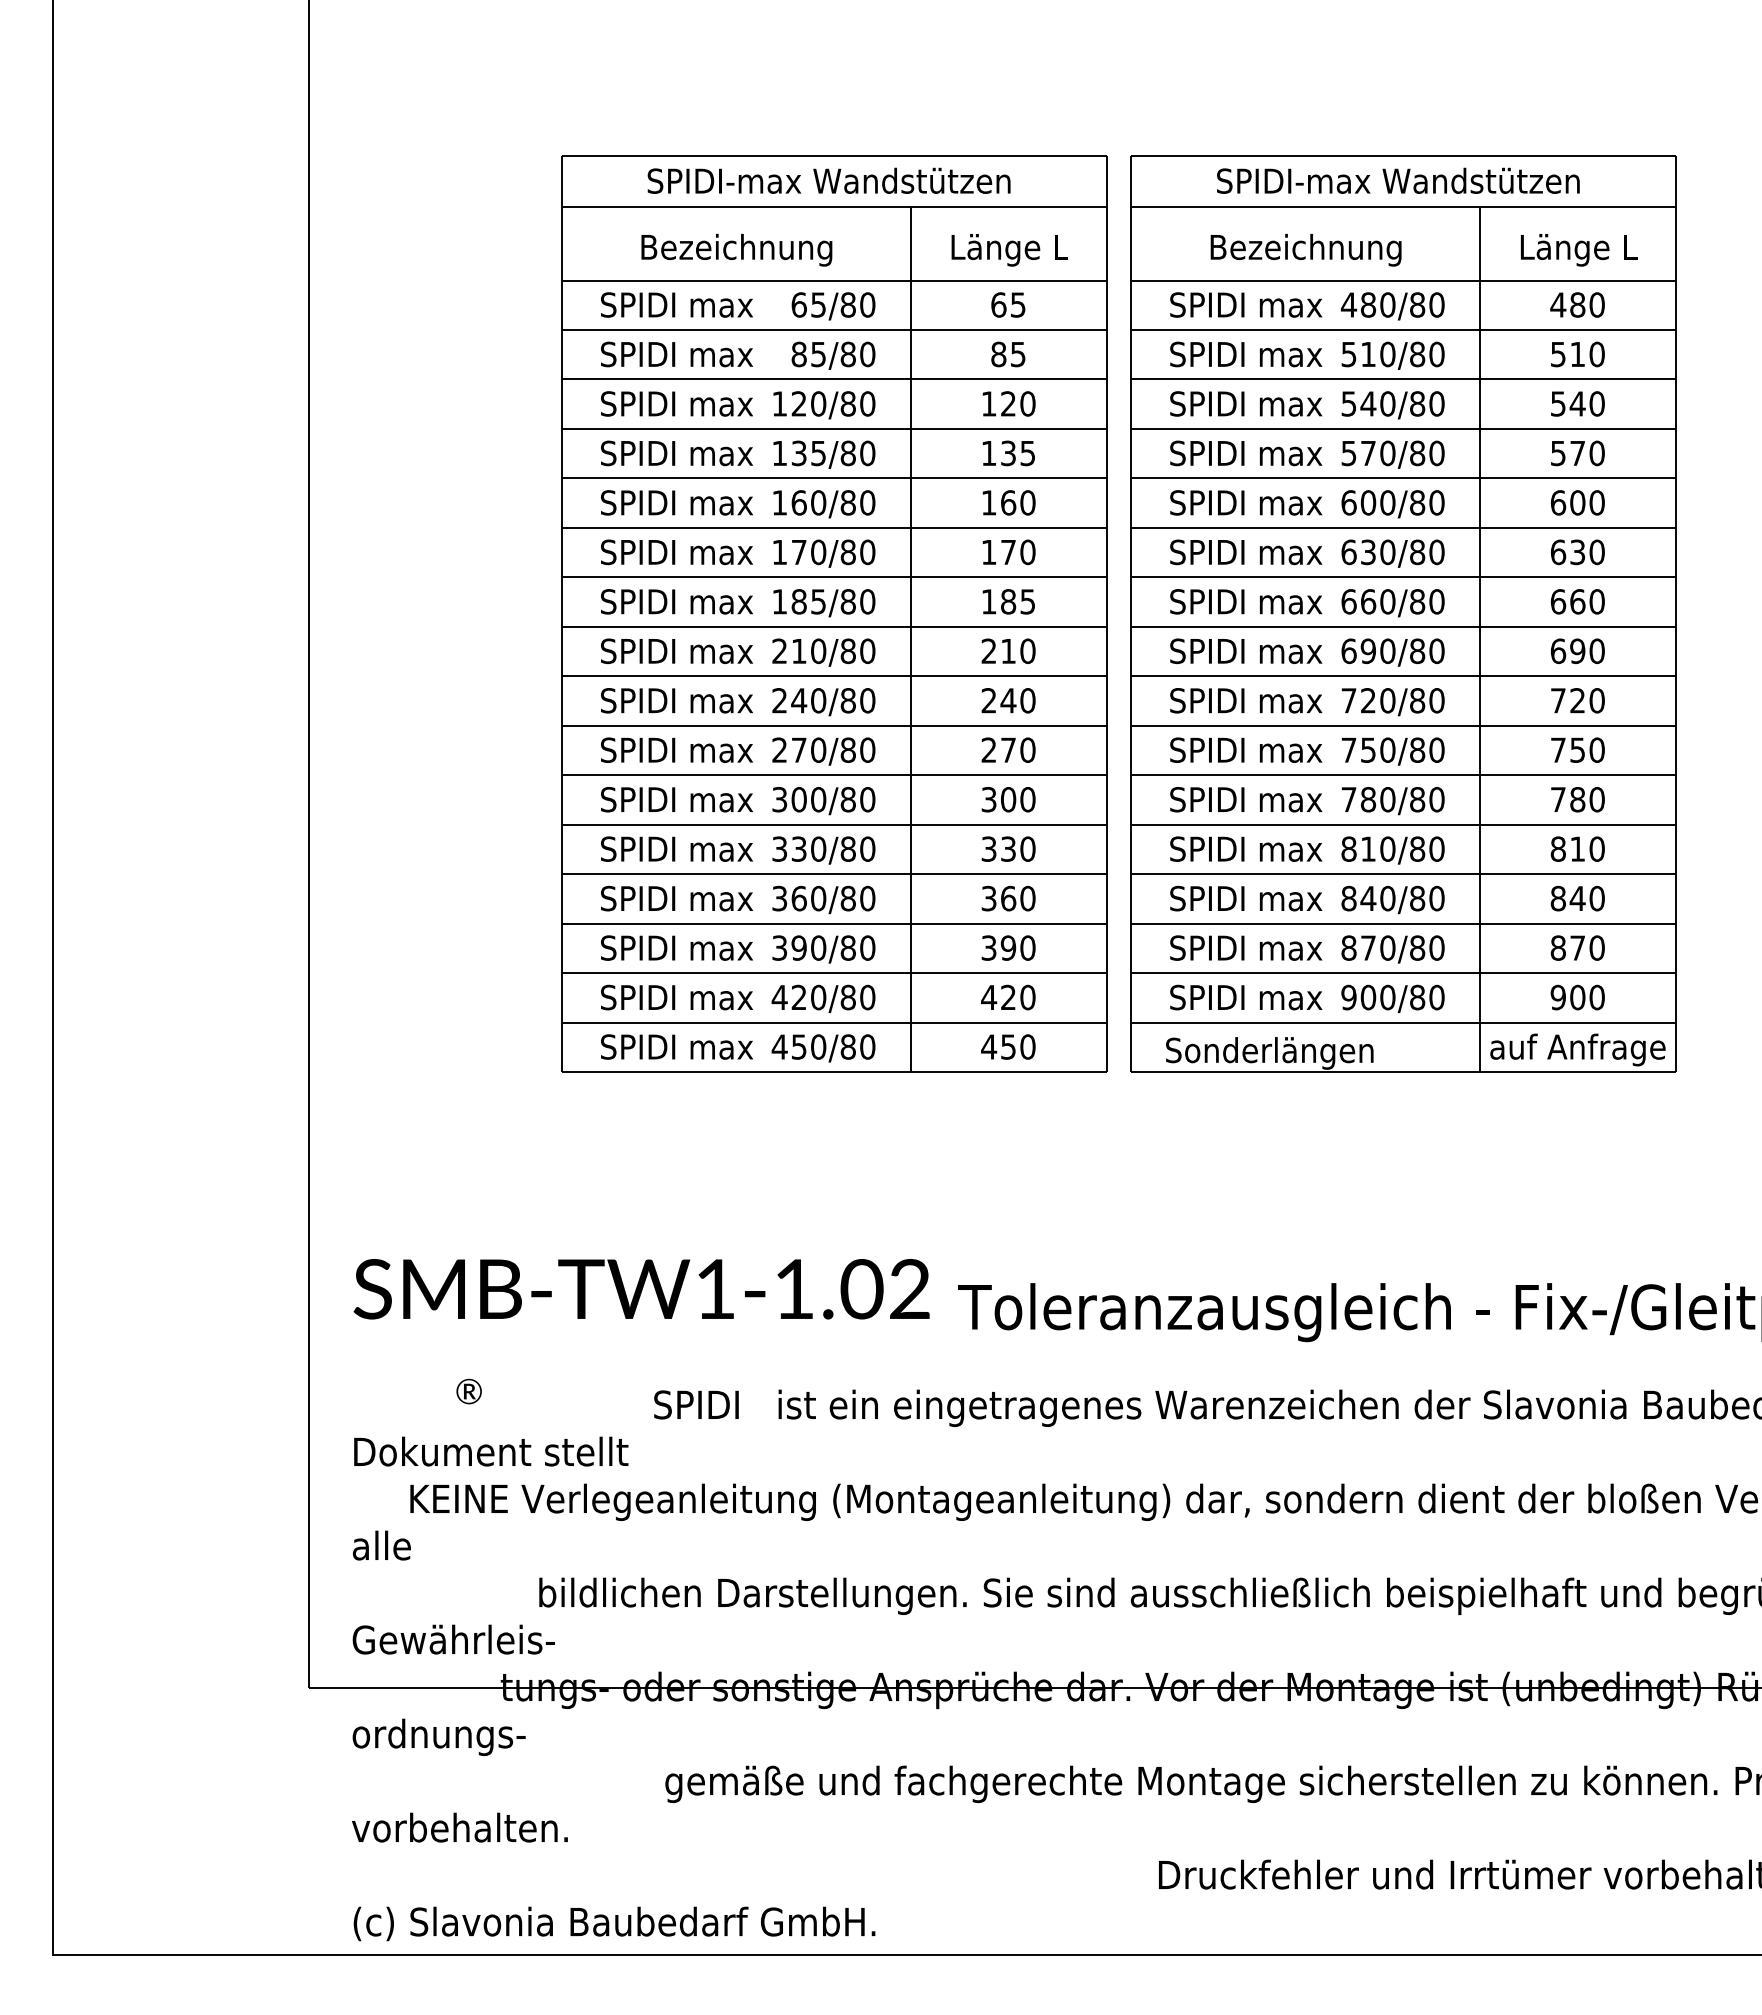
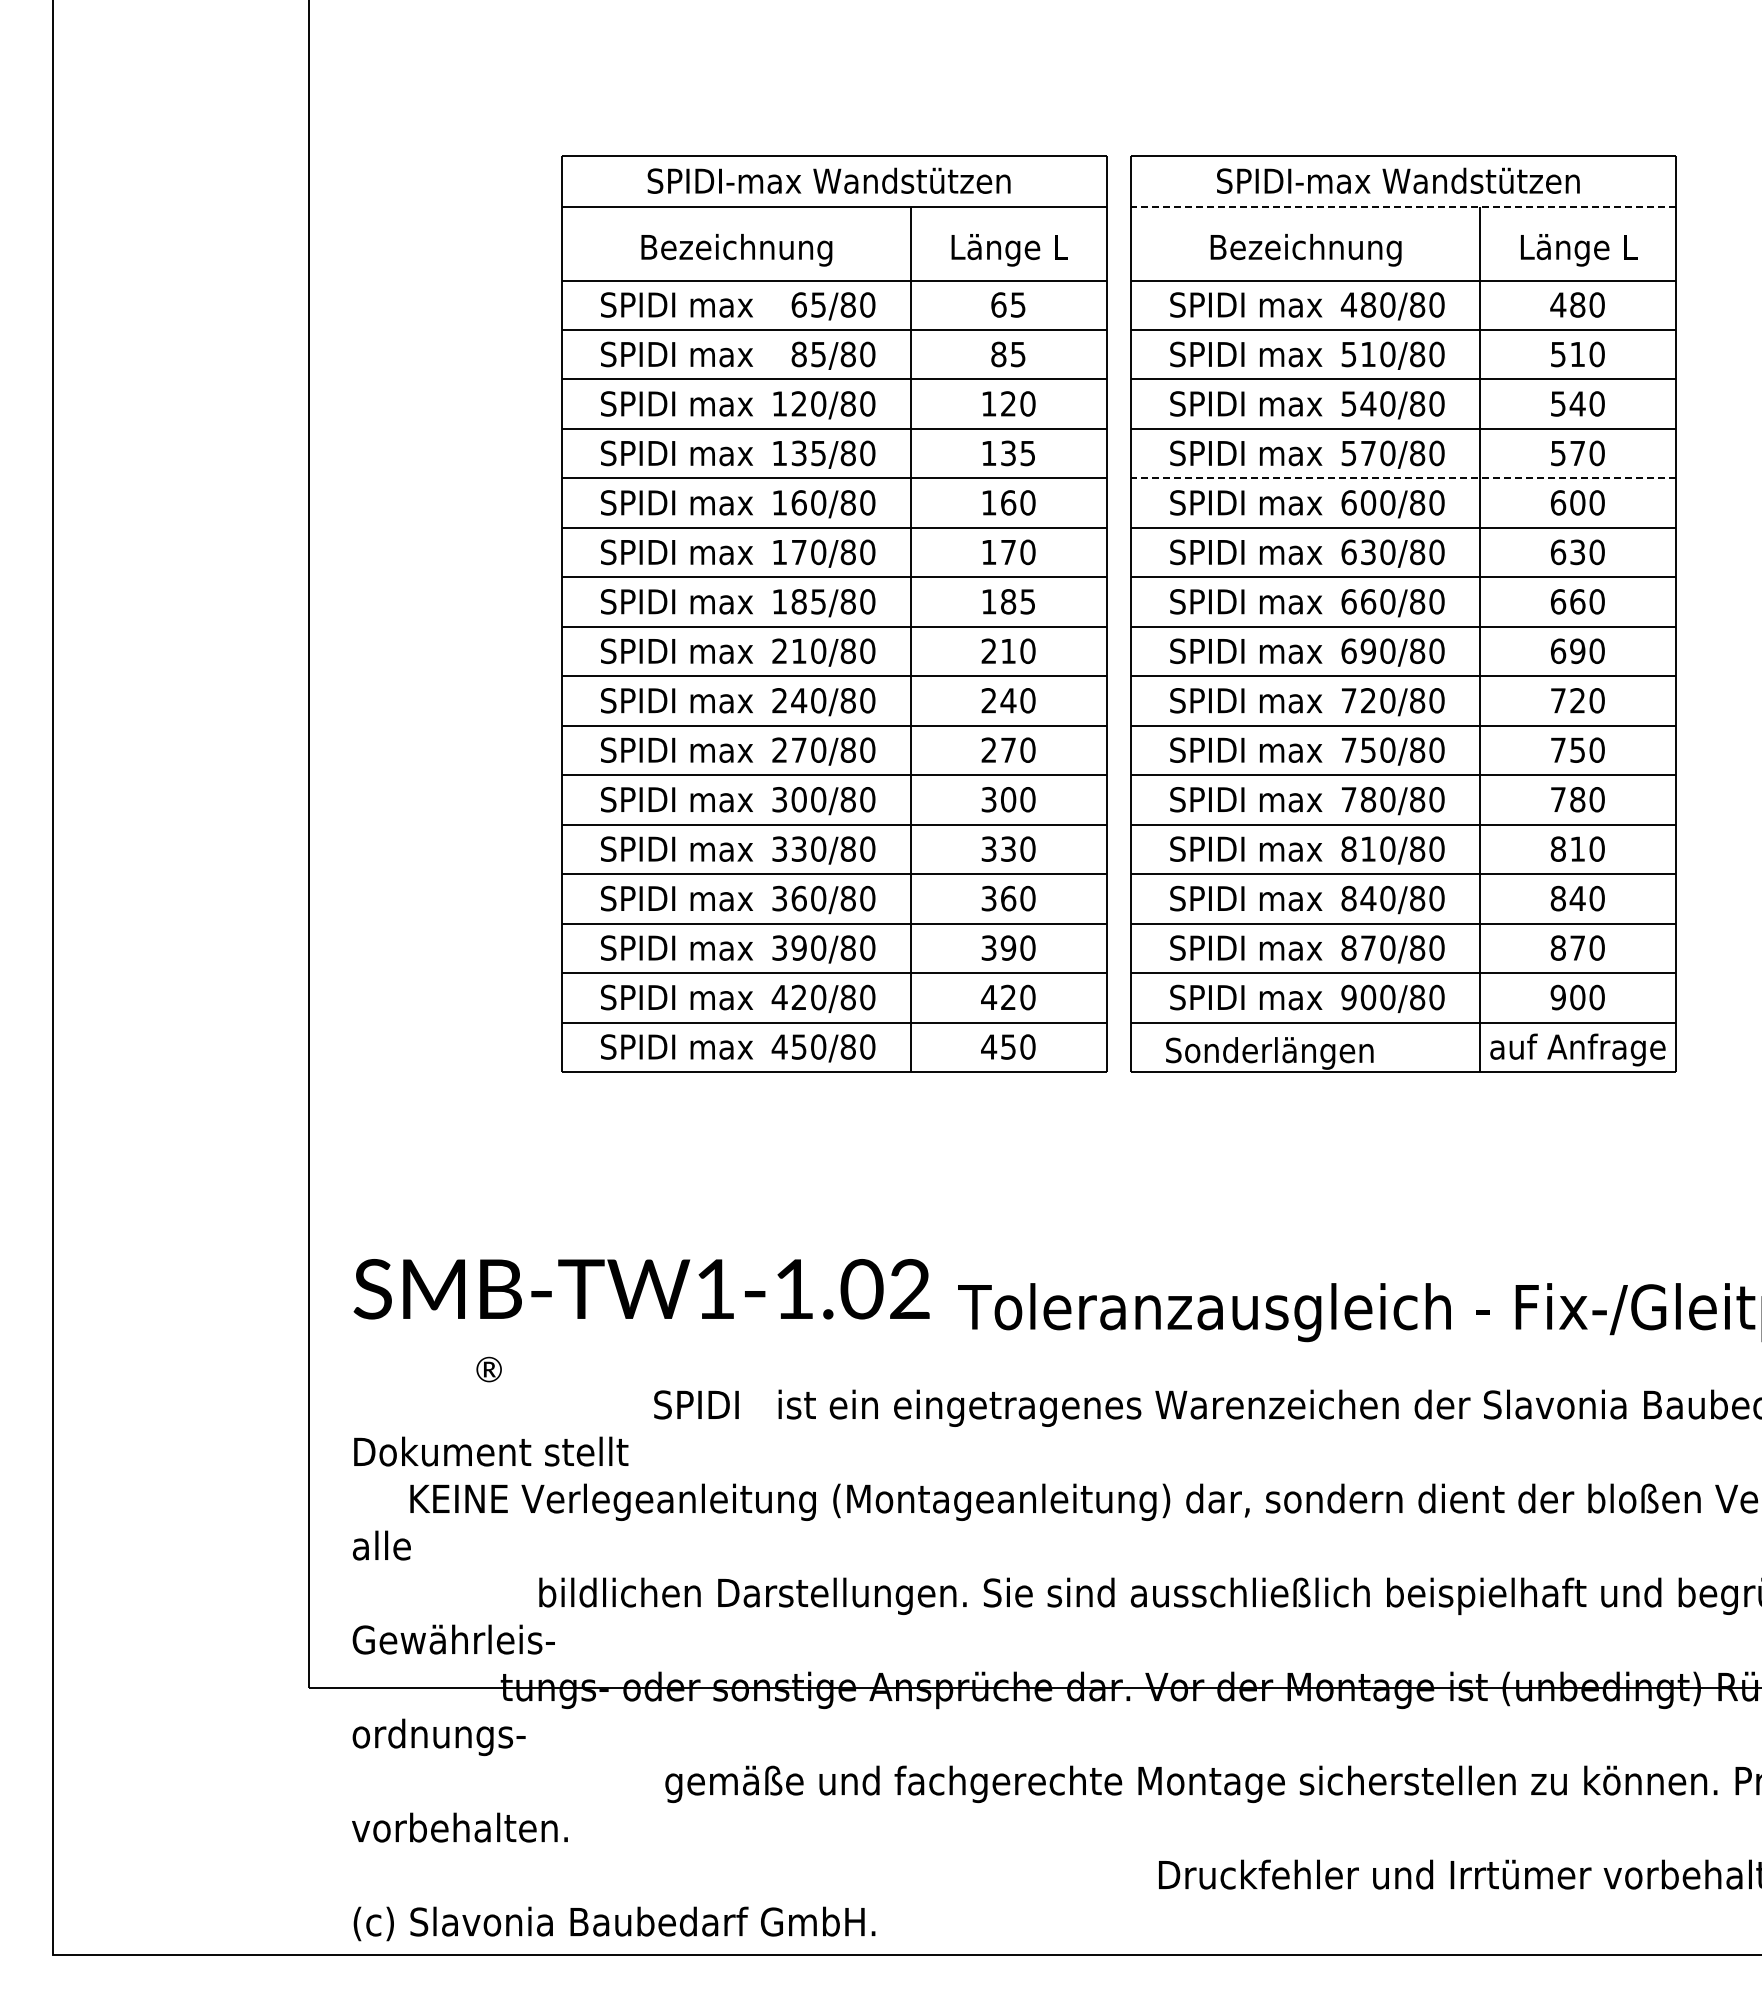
line at (1403, 206): solid -> dashed
line at (1403, 478): solid -> dashed
text at (468, 1391) position: (468, 1391) -> (488, 1369)
